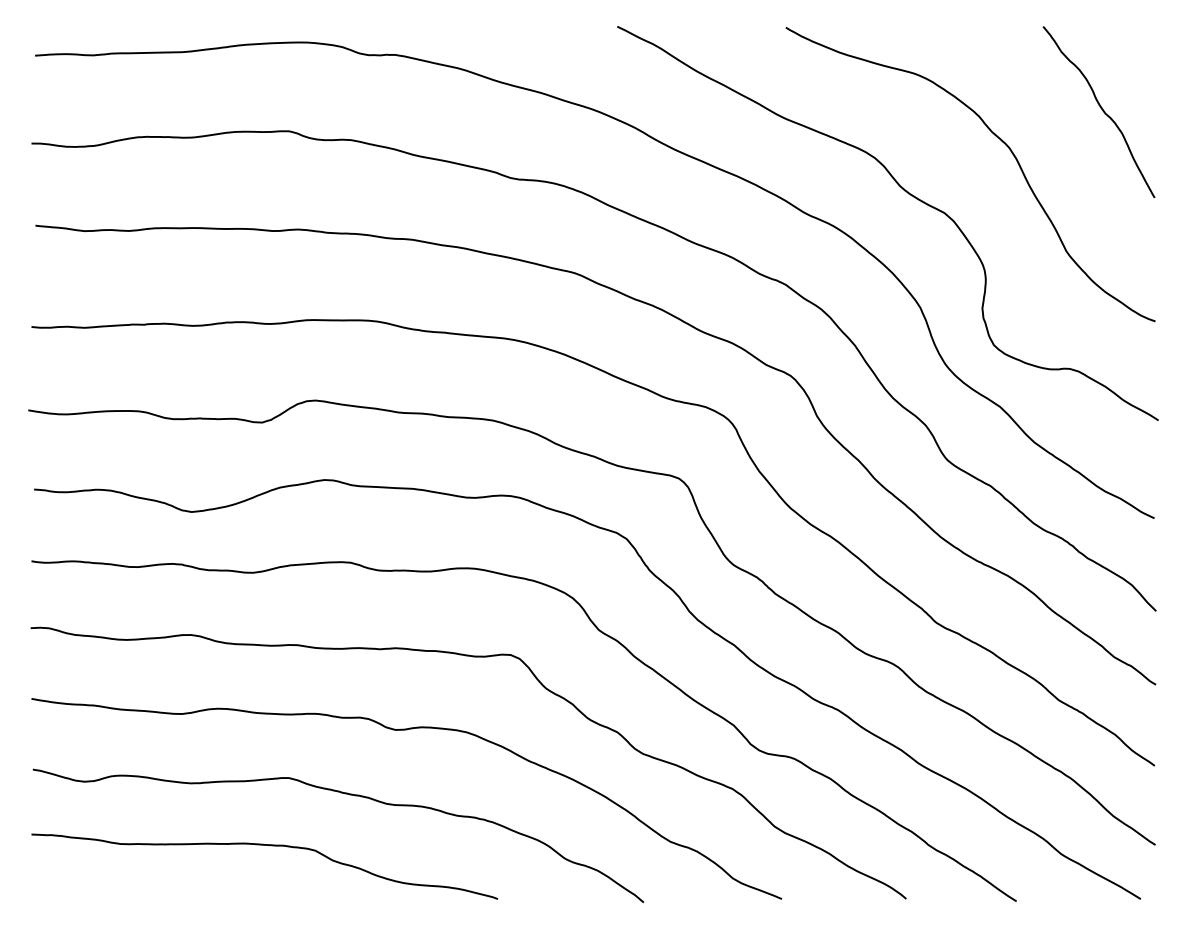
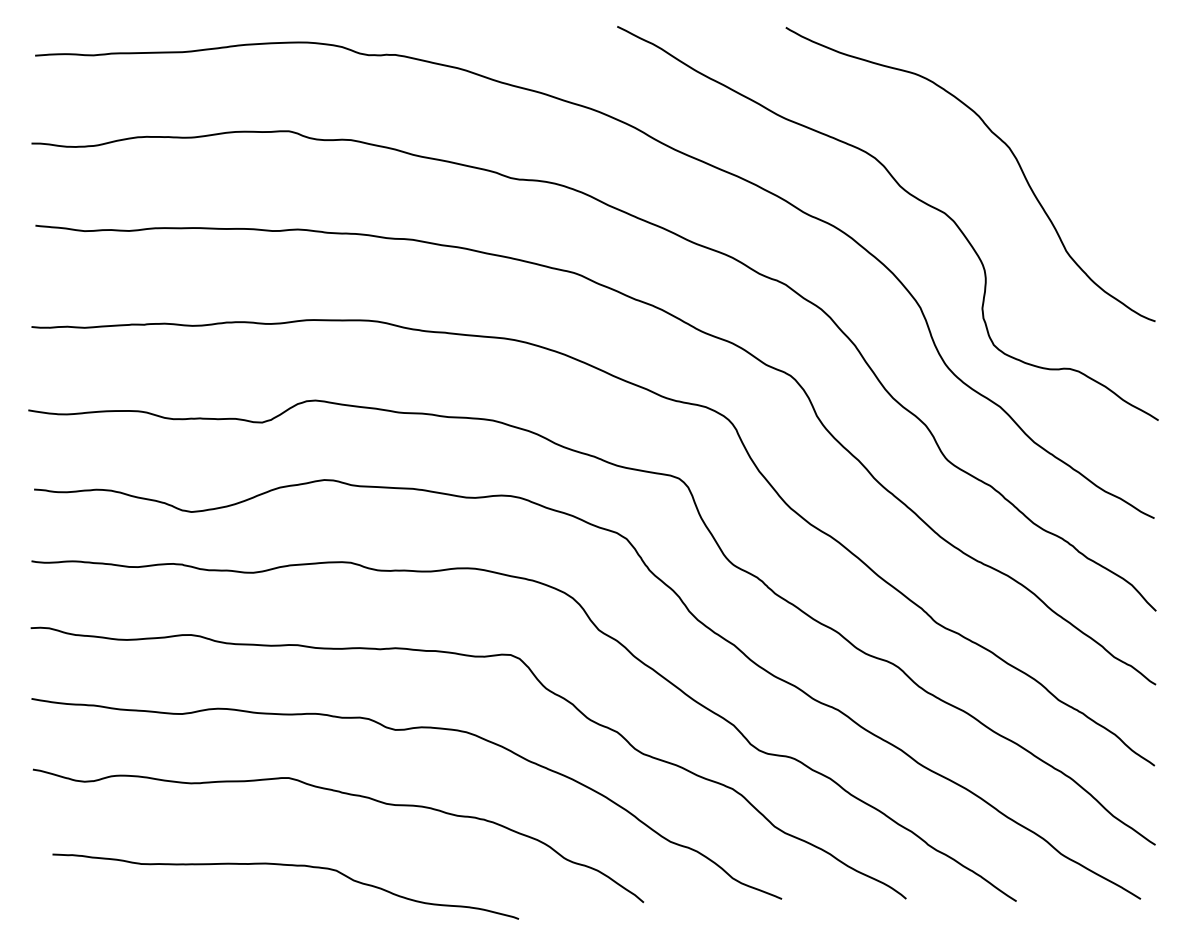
curve at (1102, 111): present -> none
curve at (270, 846) position: (270, 846) -> (291, 866)
